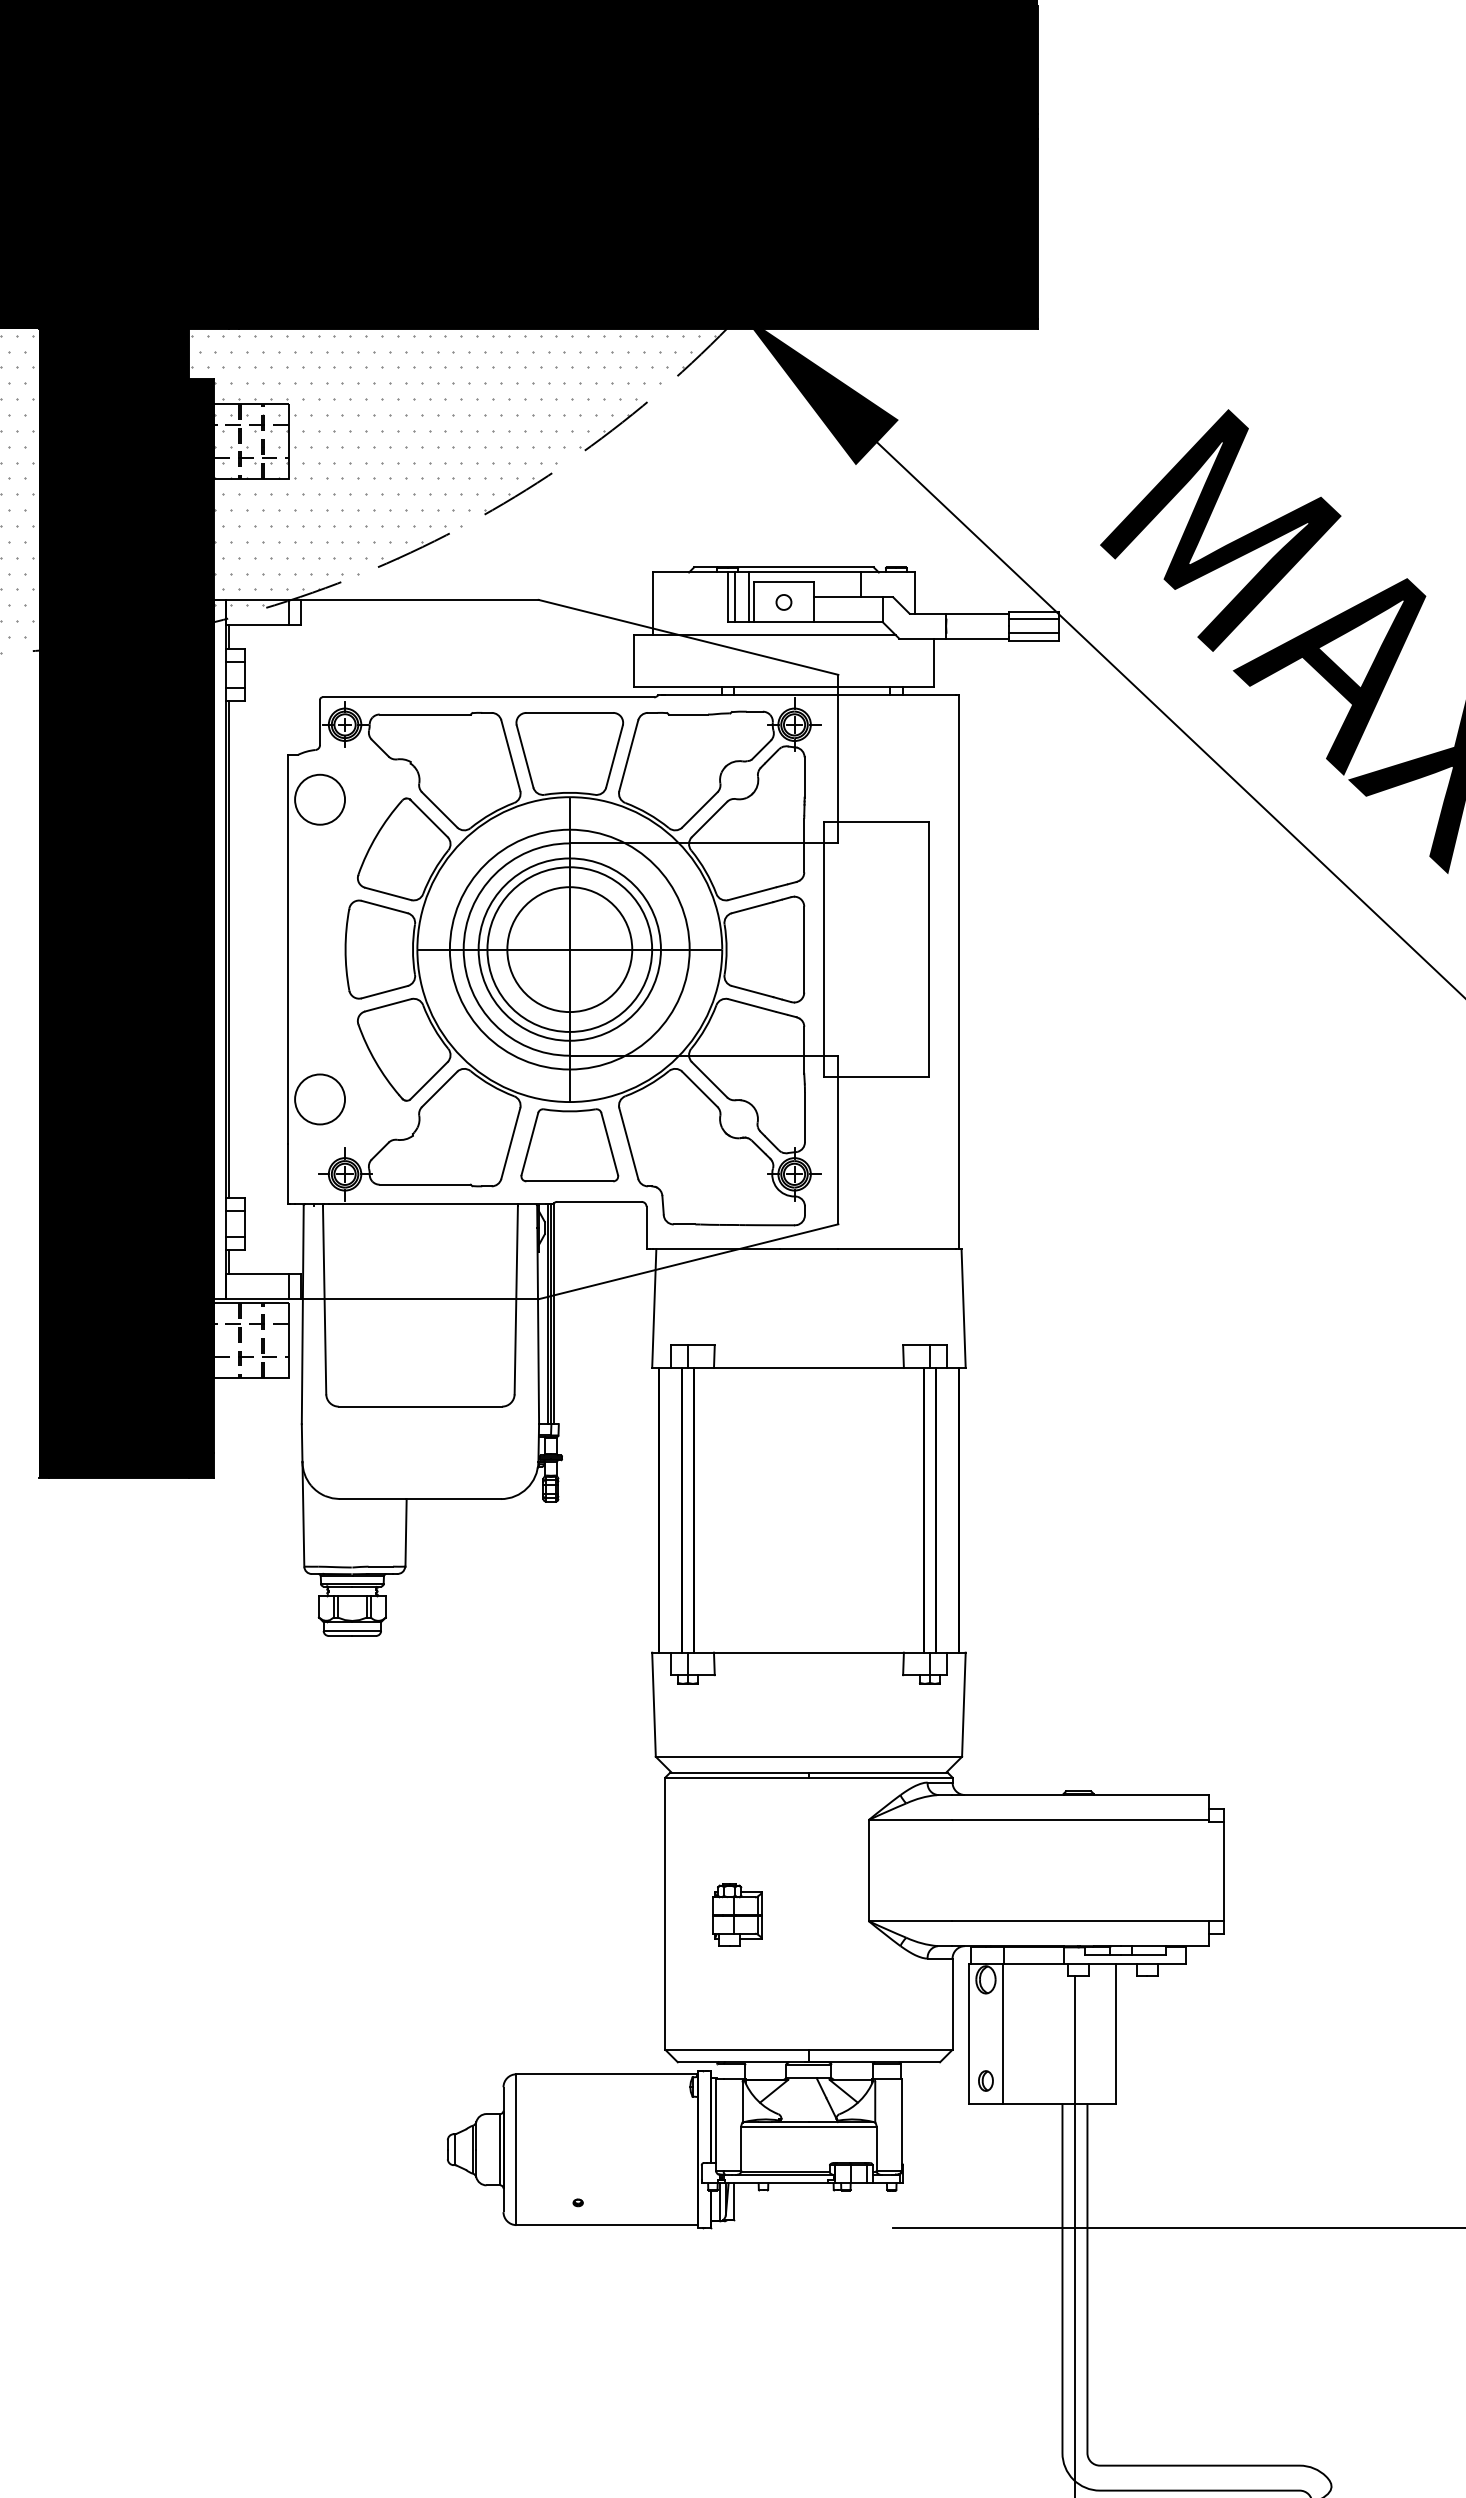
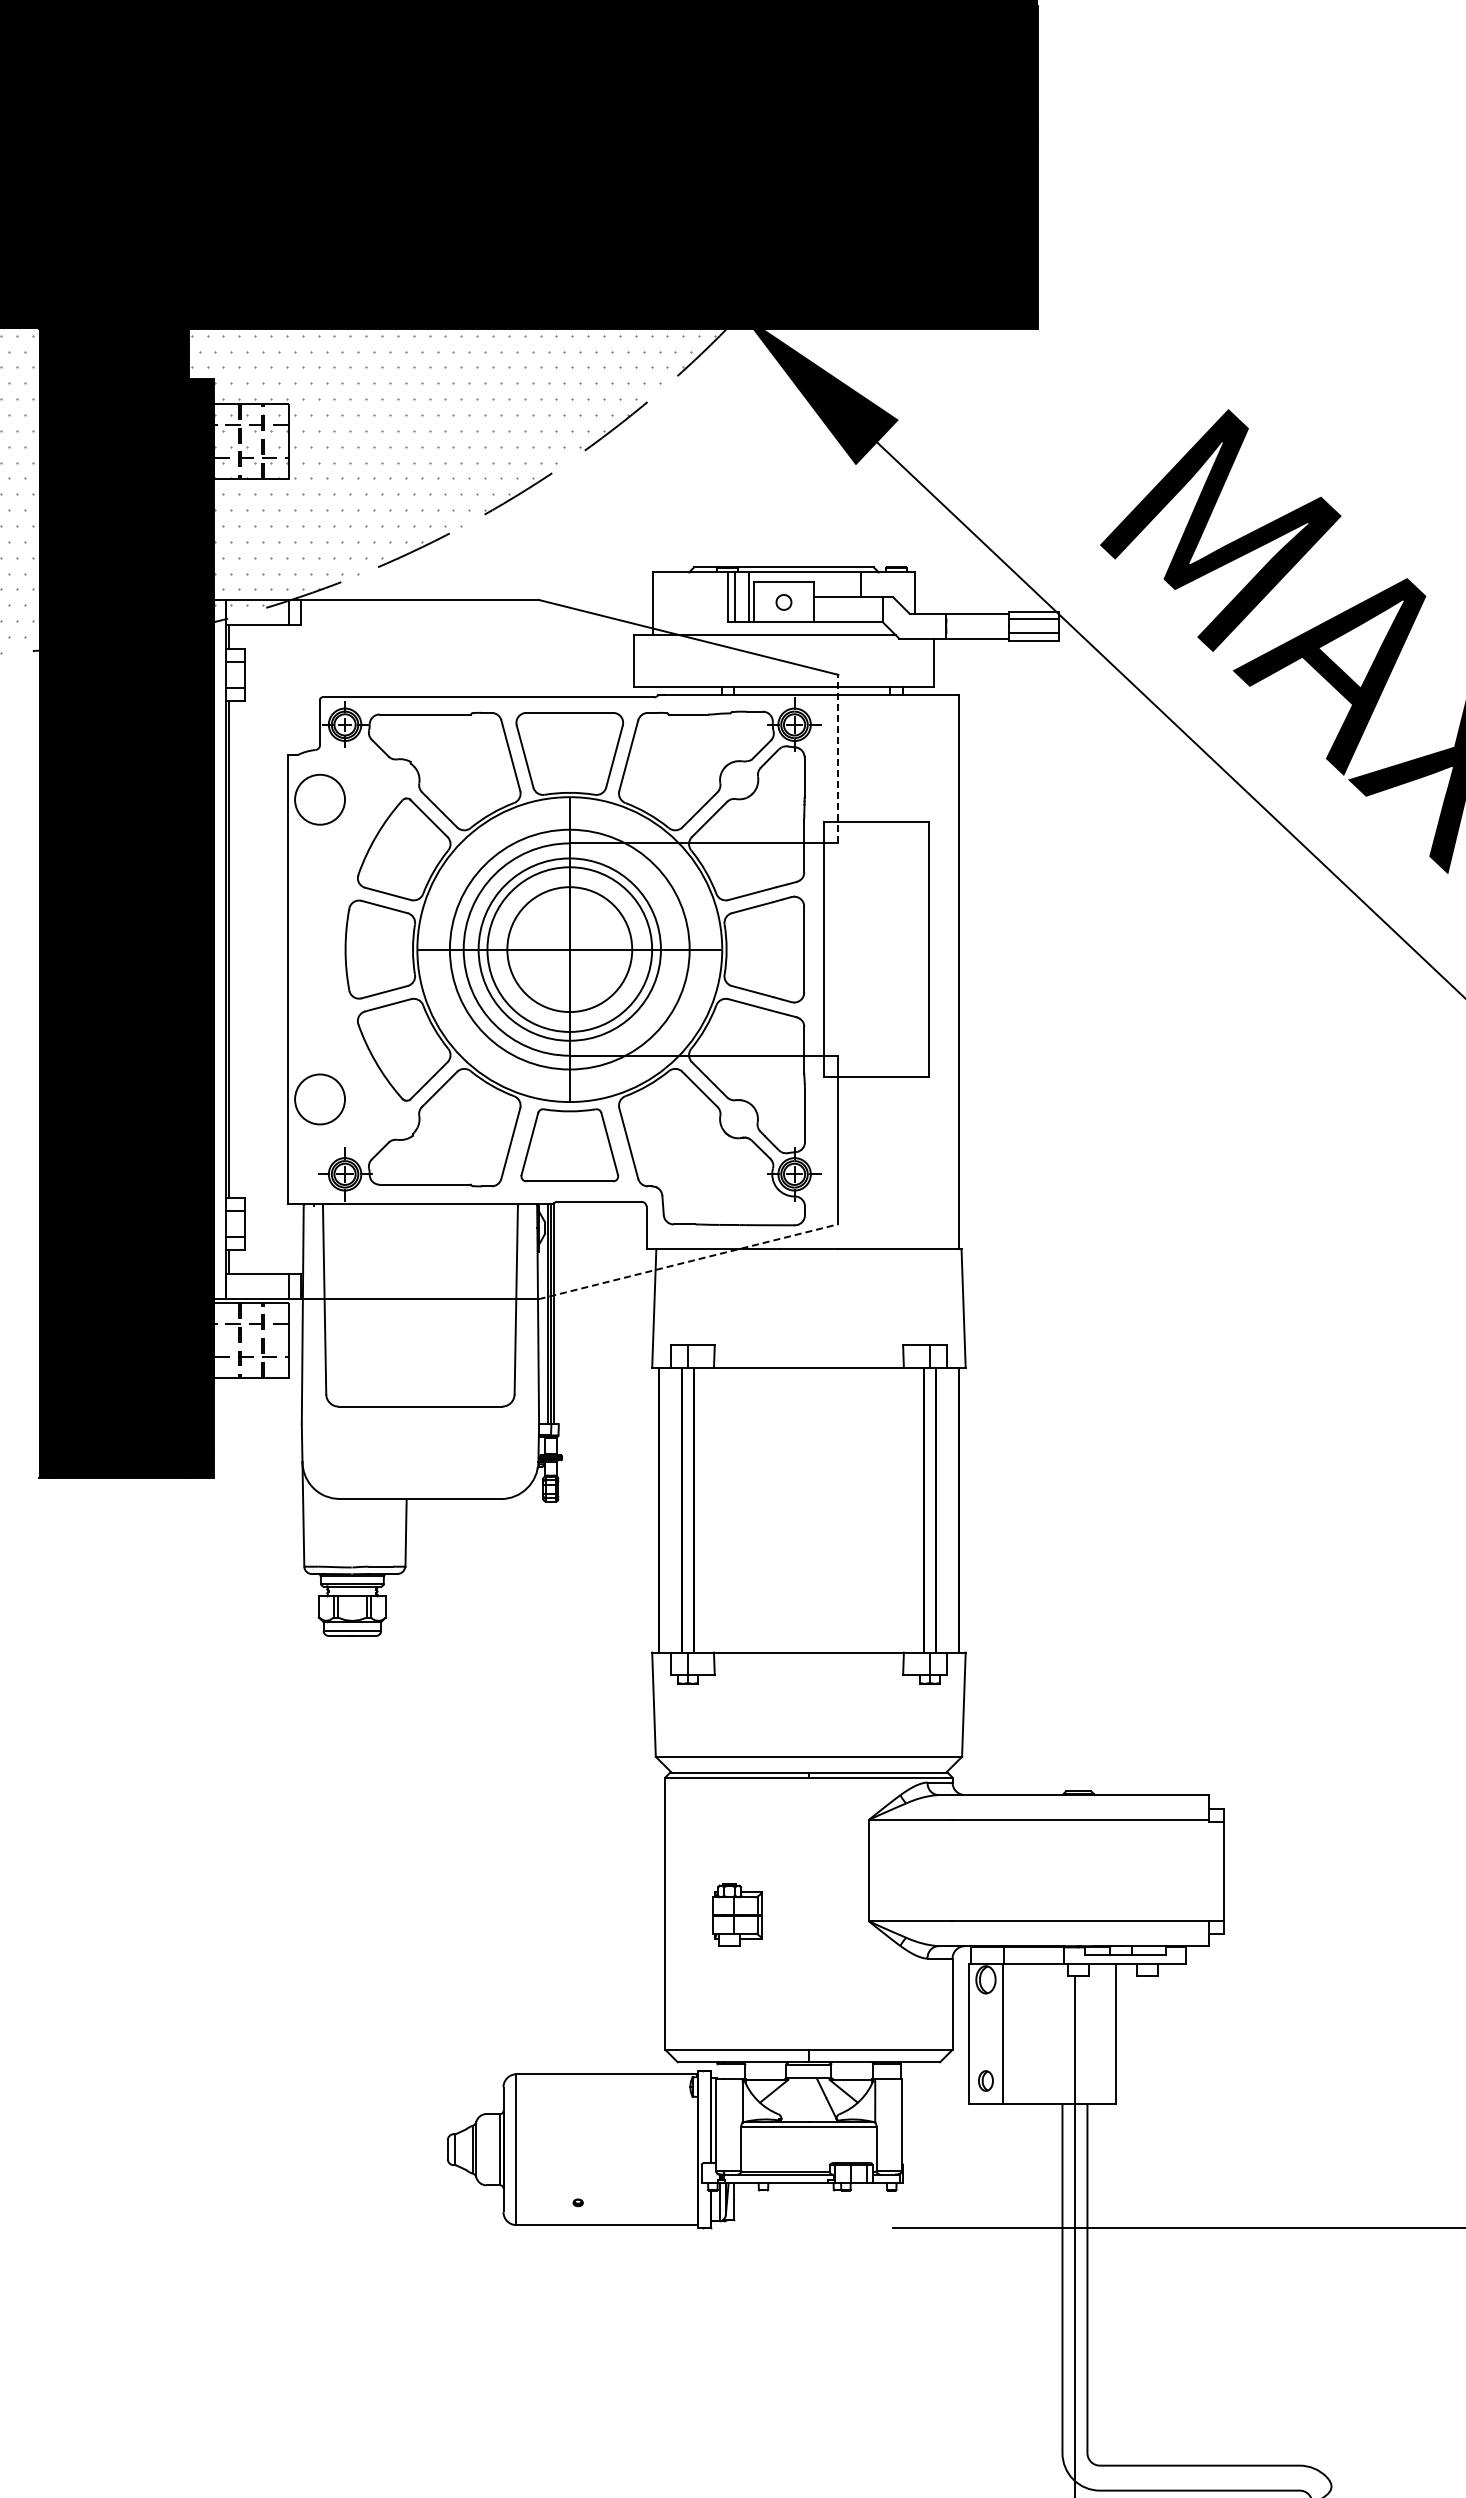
line at (838, 758): solid -> dashed
line at (688, 1261): solid -> dashed
